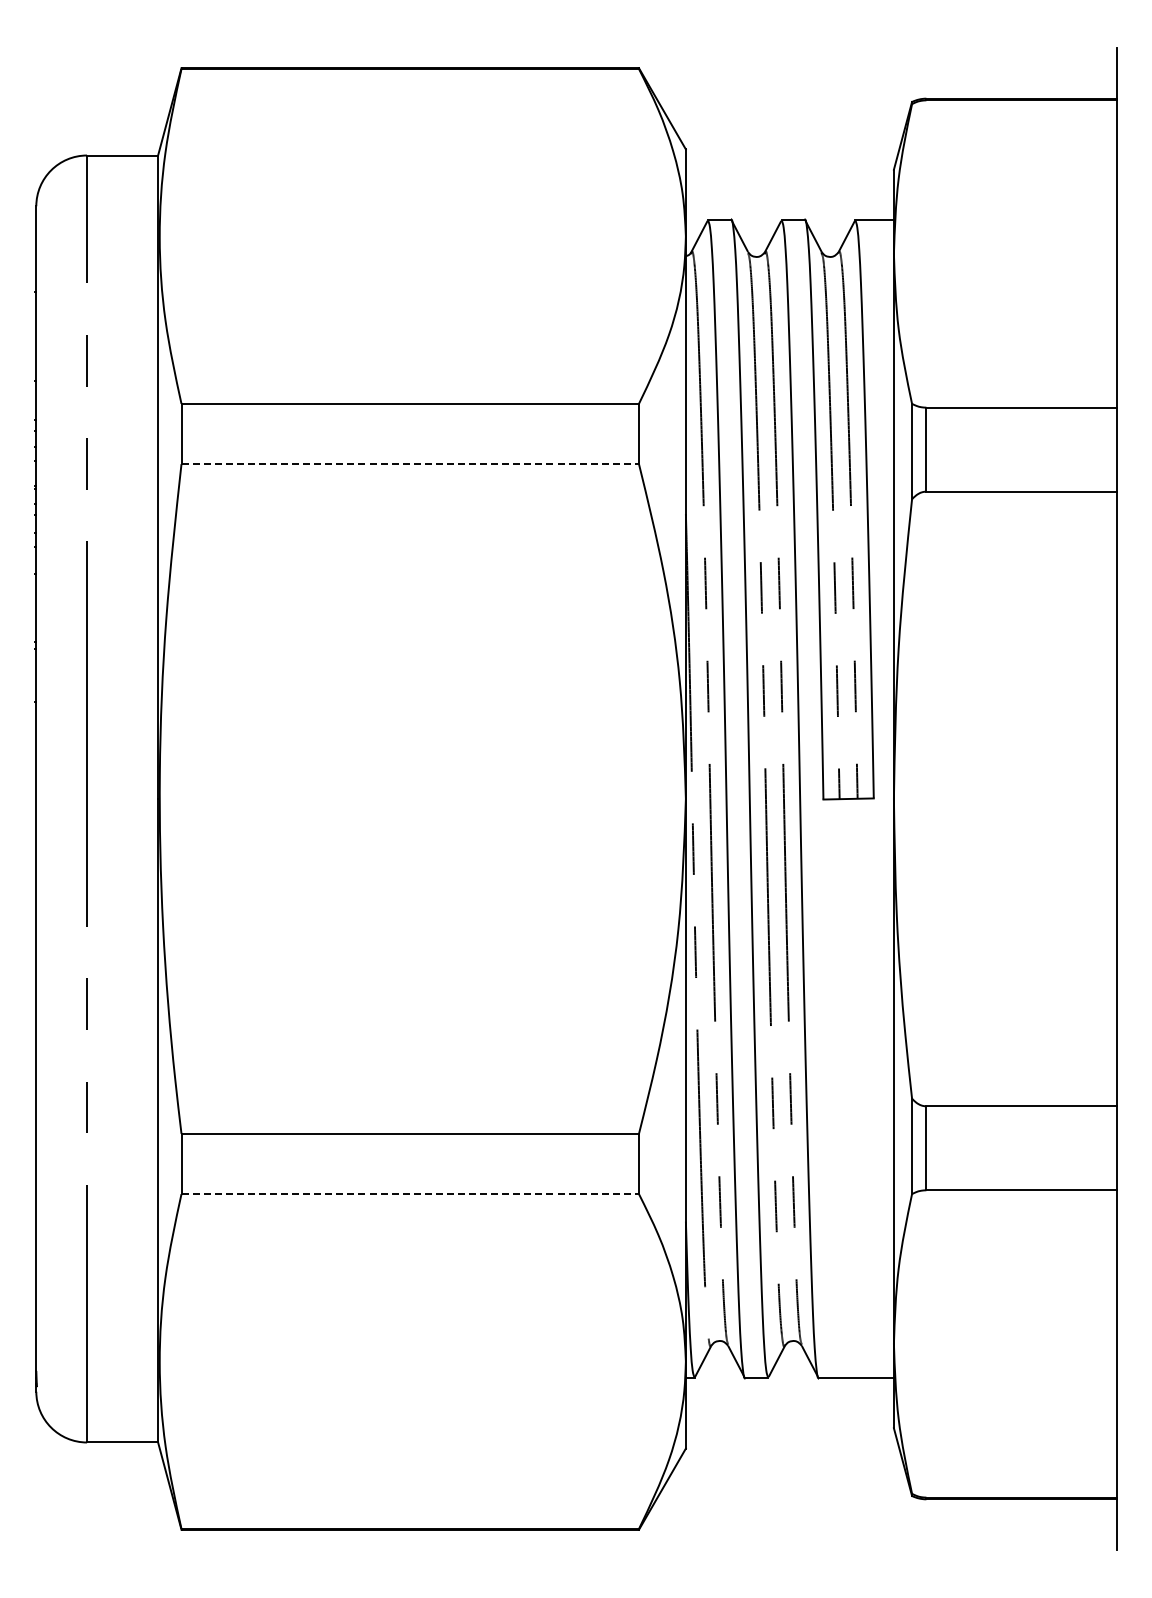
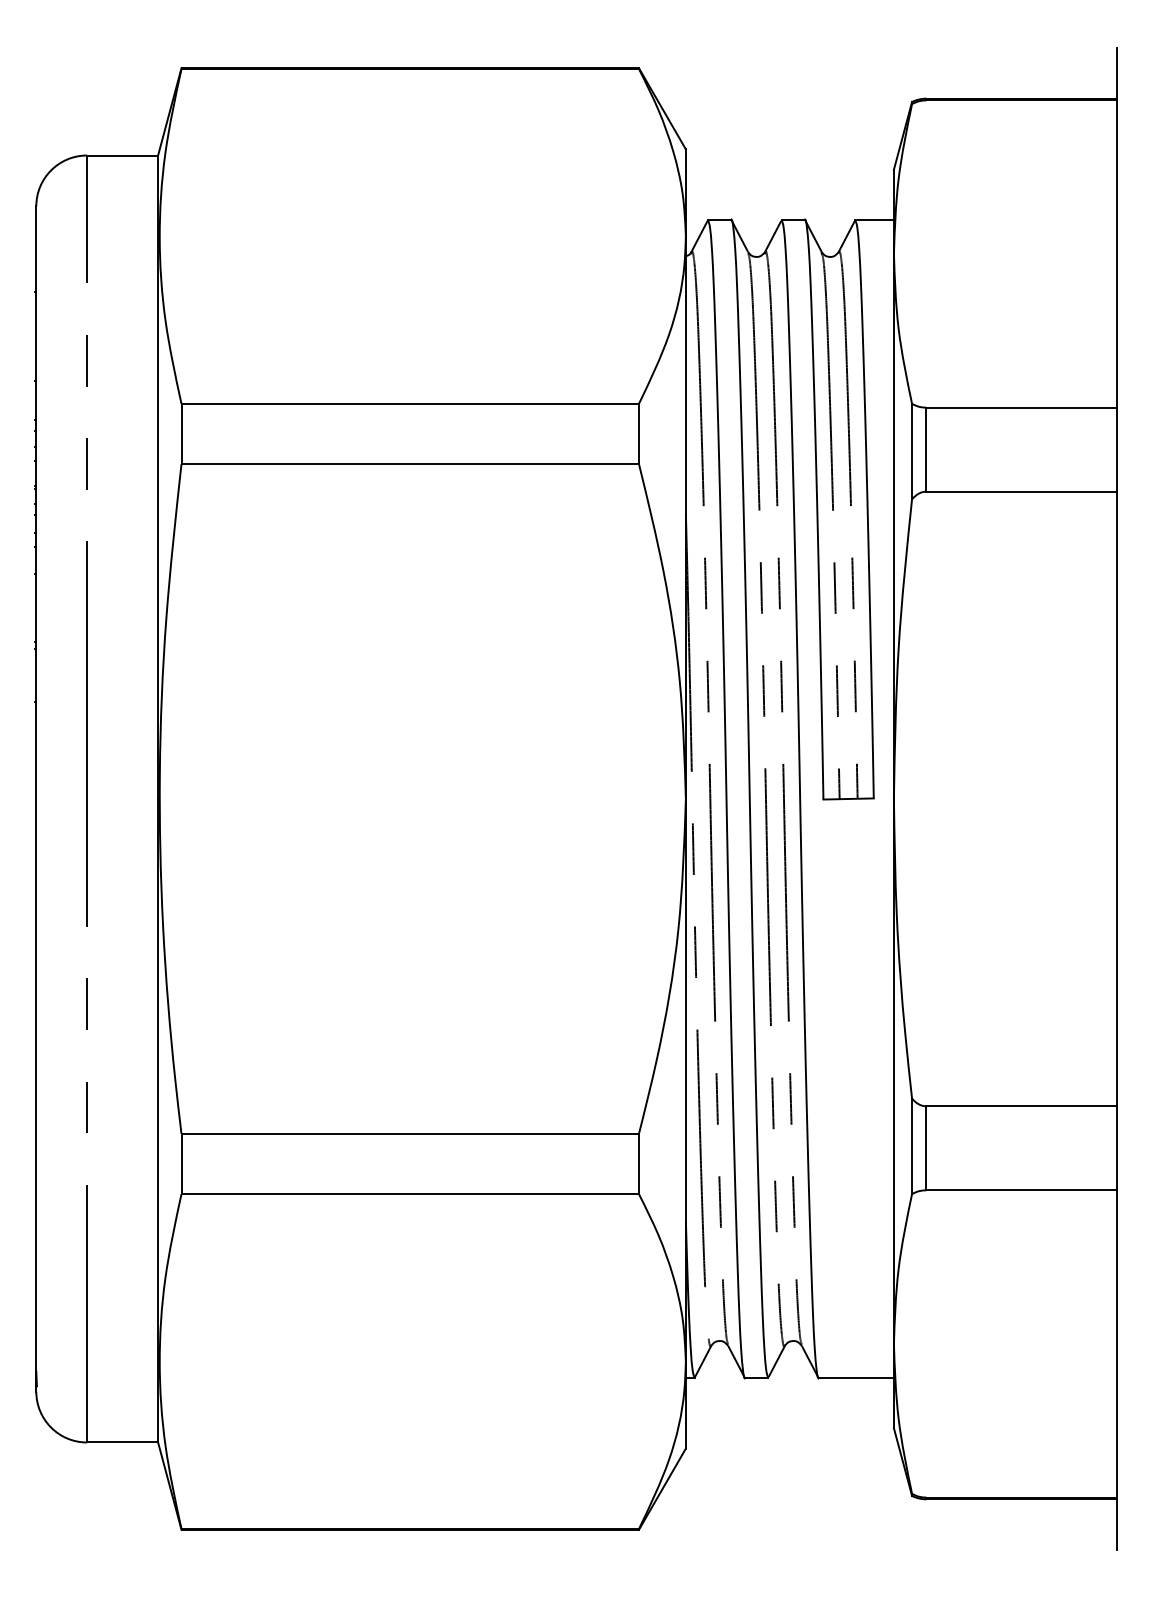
line at (410, 464): dashed -> solid
line at (410, 1194): dashed -> solid
